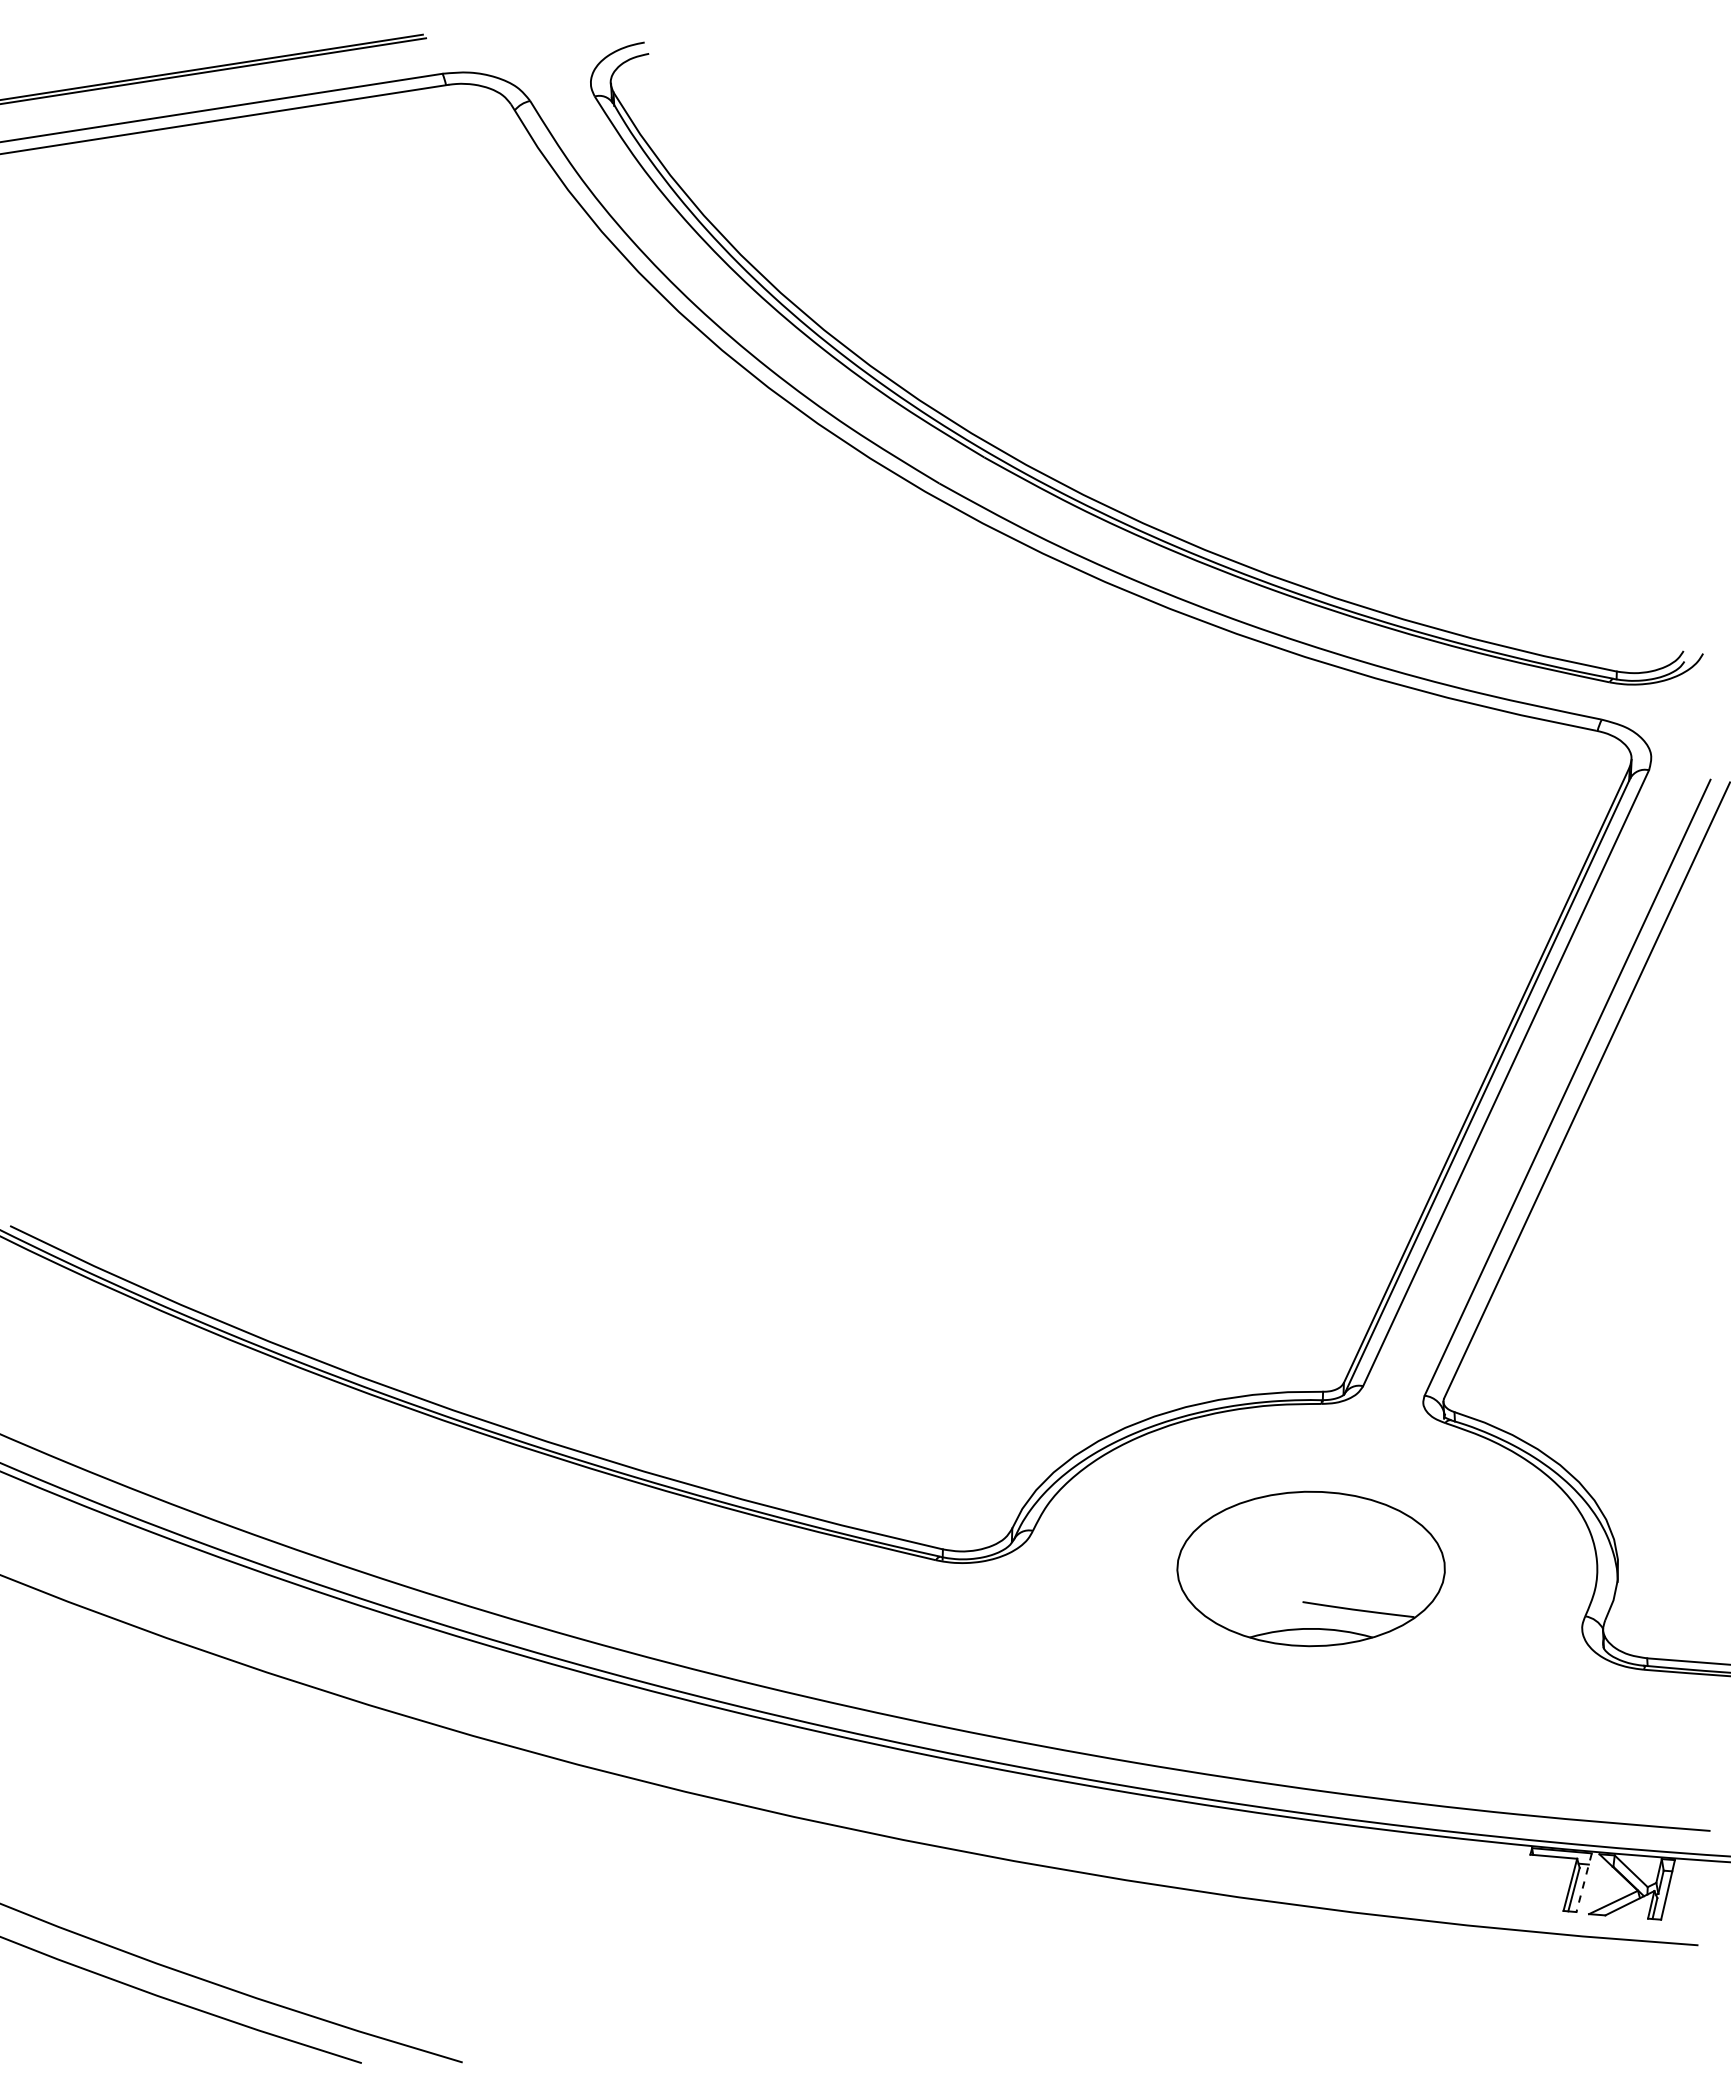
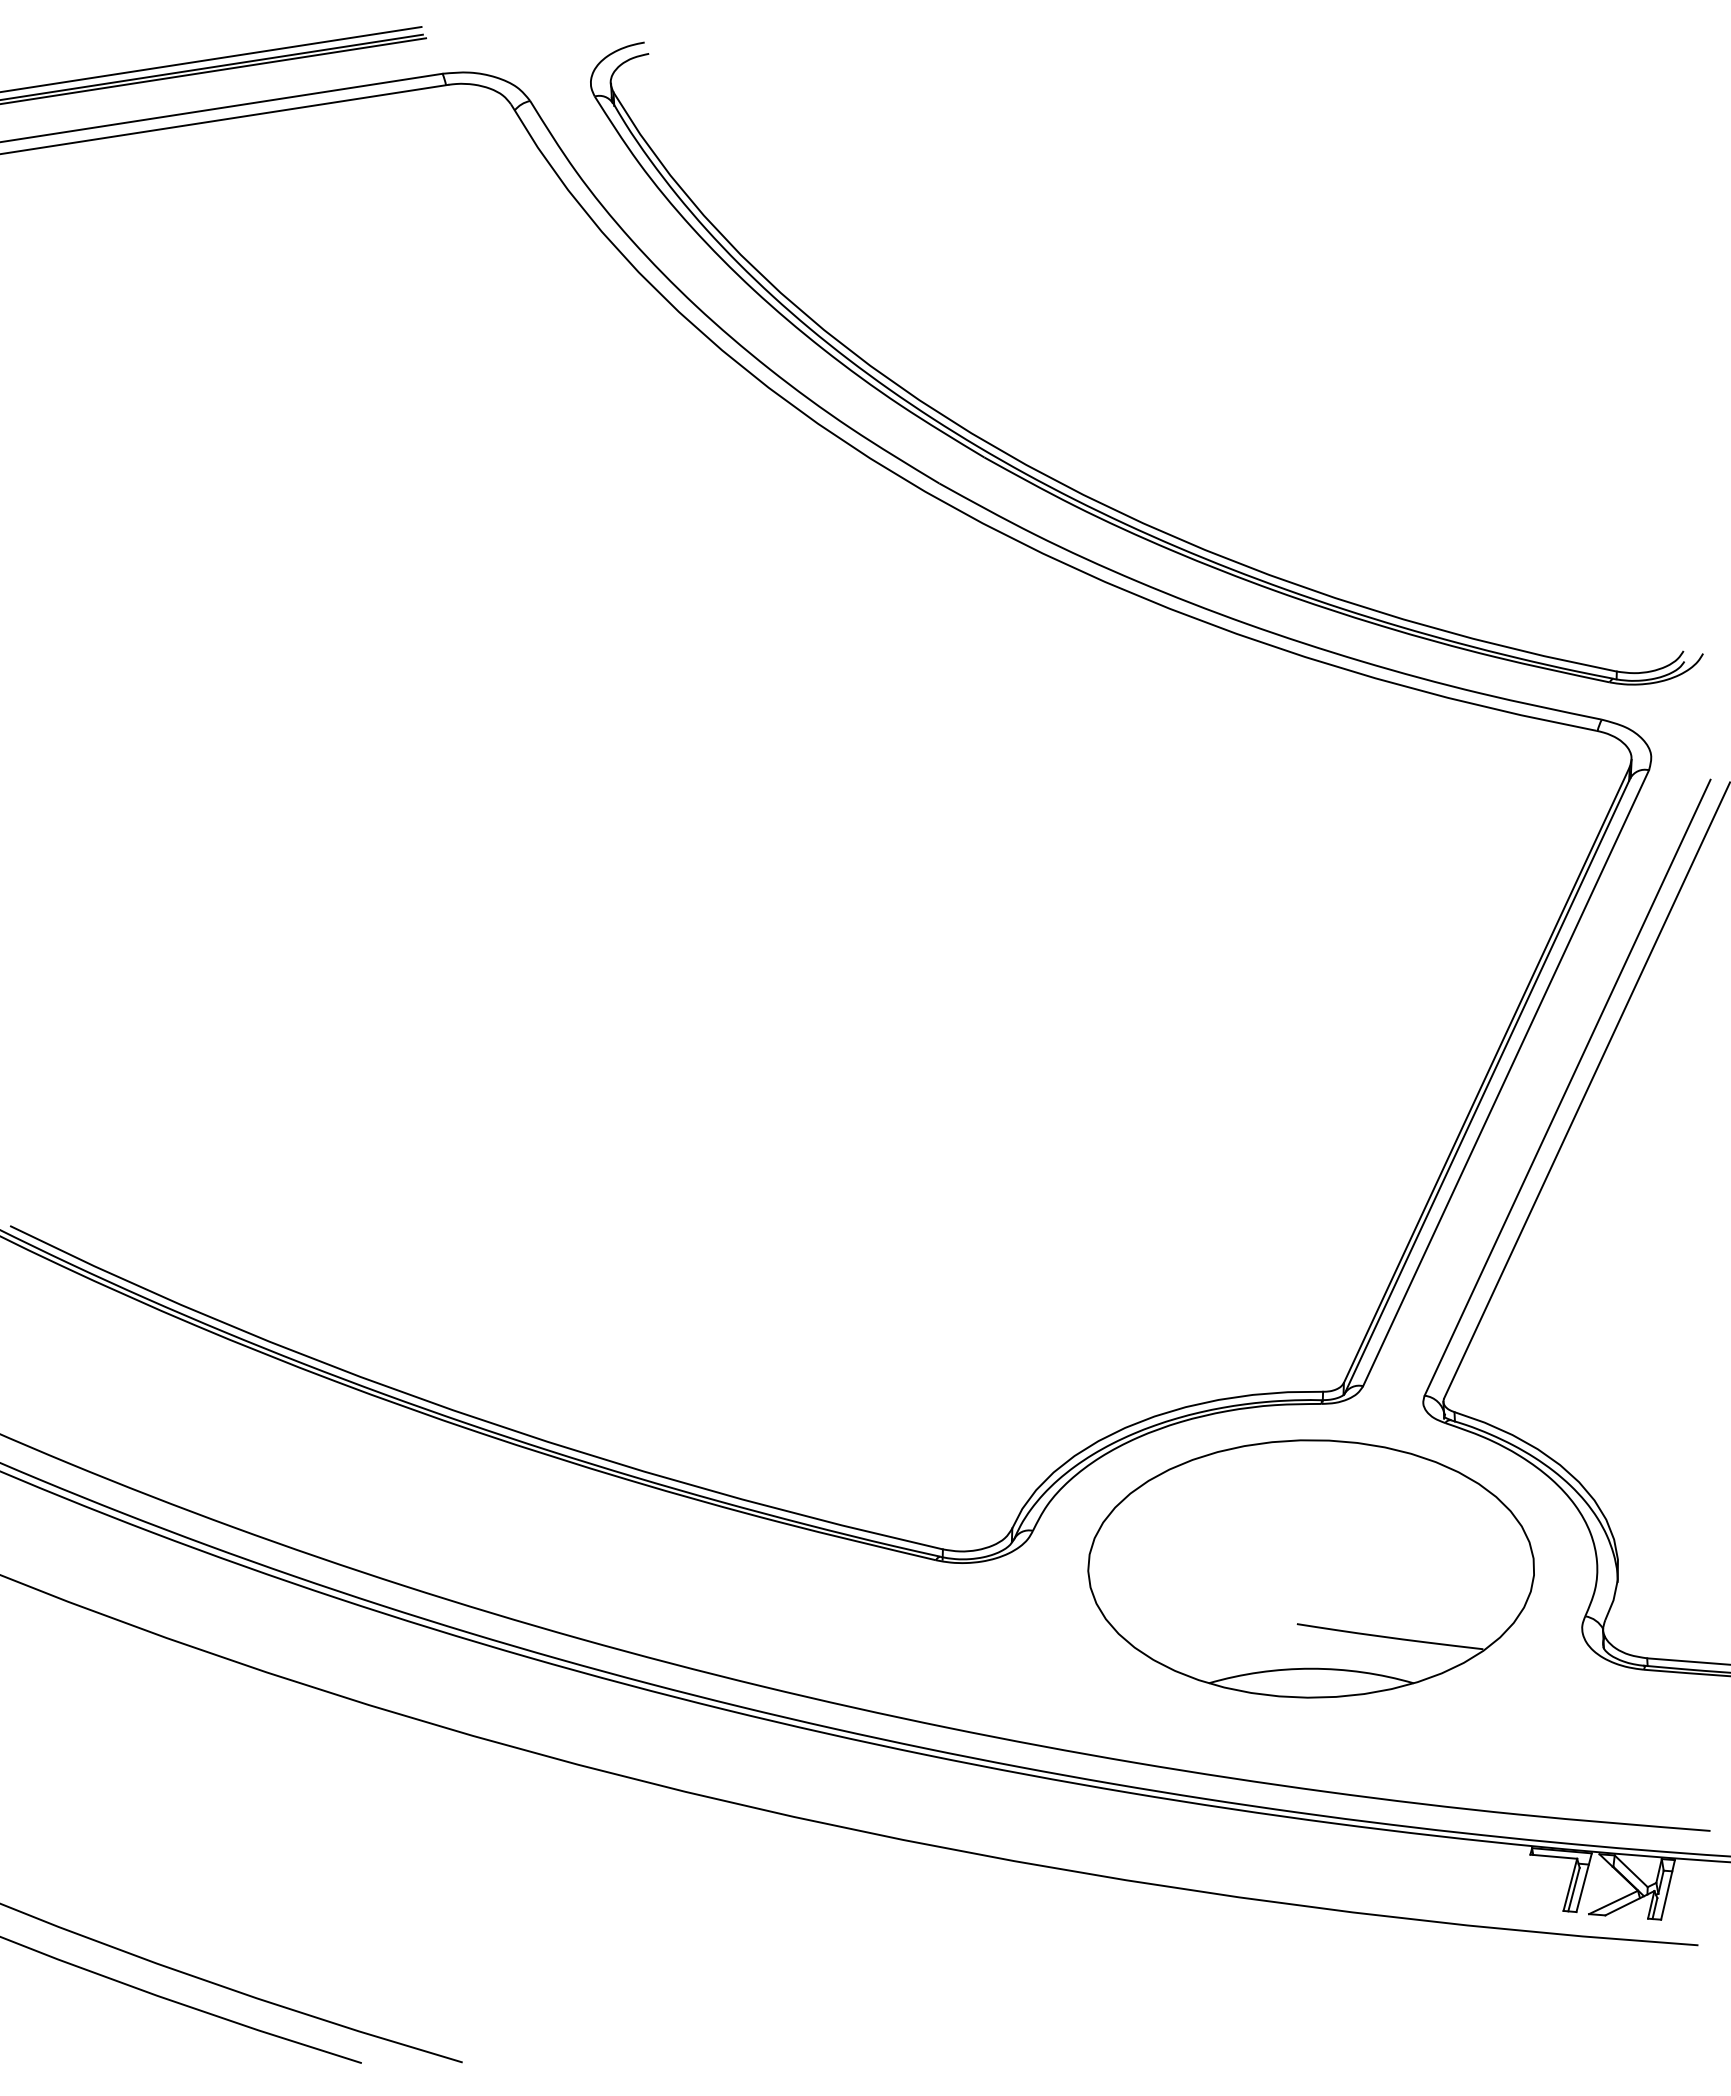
line at (211, 59): none -> present
part at (1310, 1568) size: 270x158 px -> 448x260 px
line at (1584, 1883): dashed -> solid
